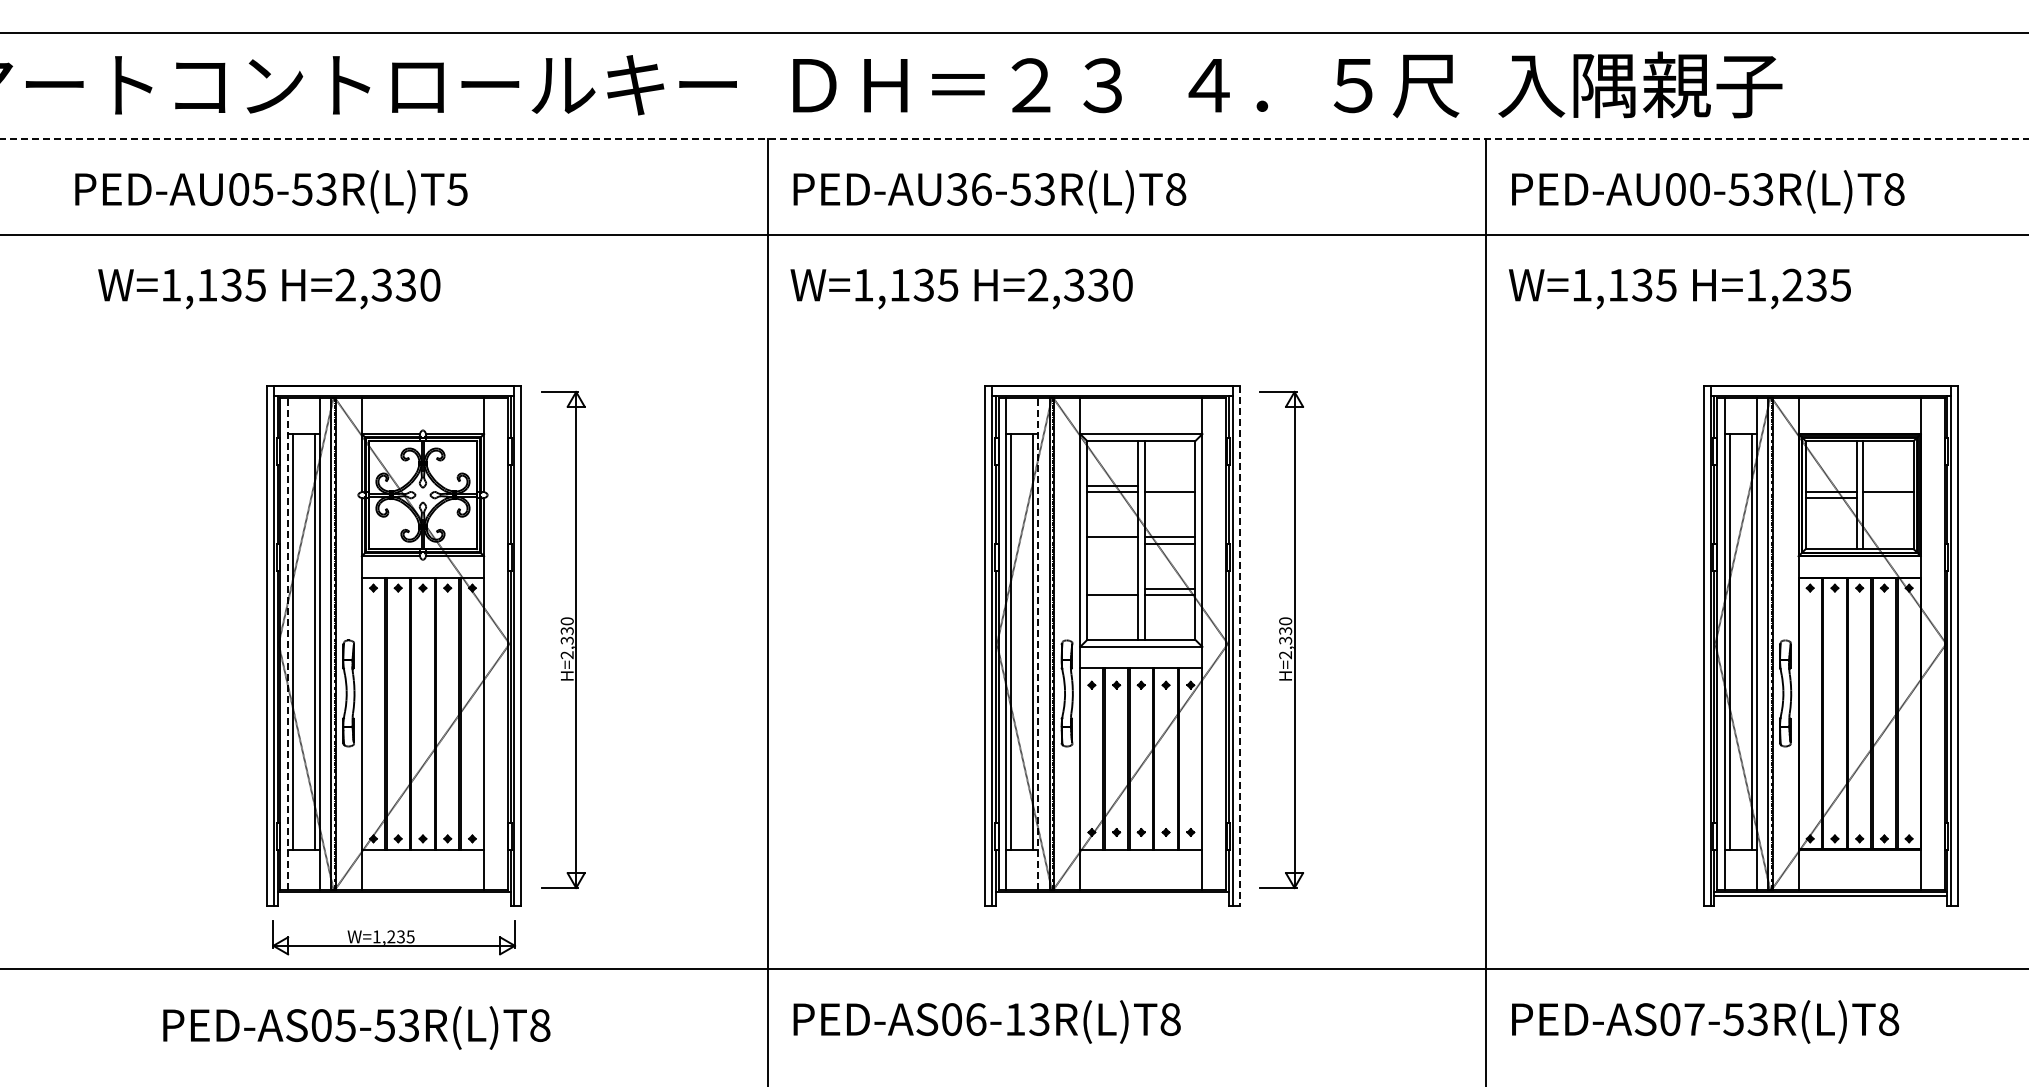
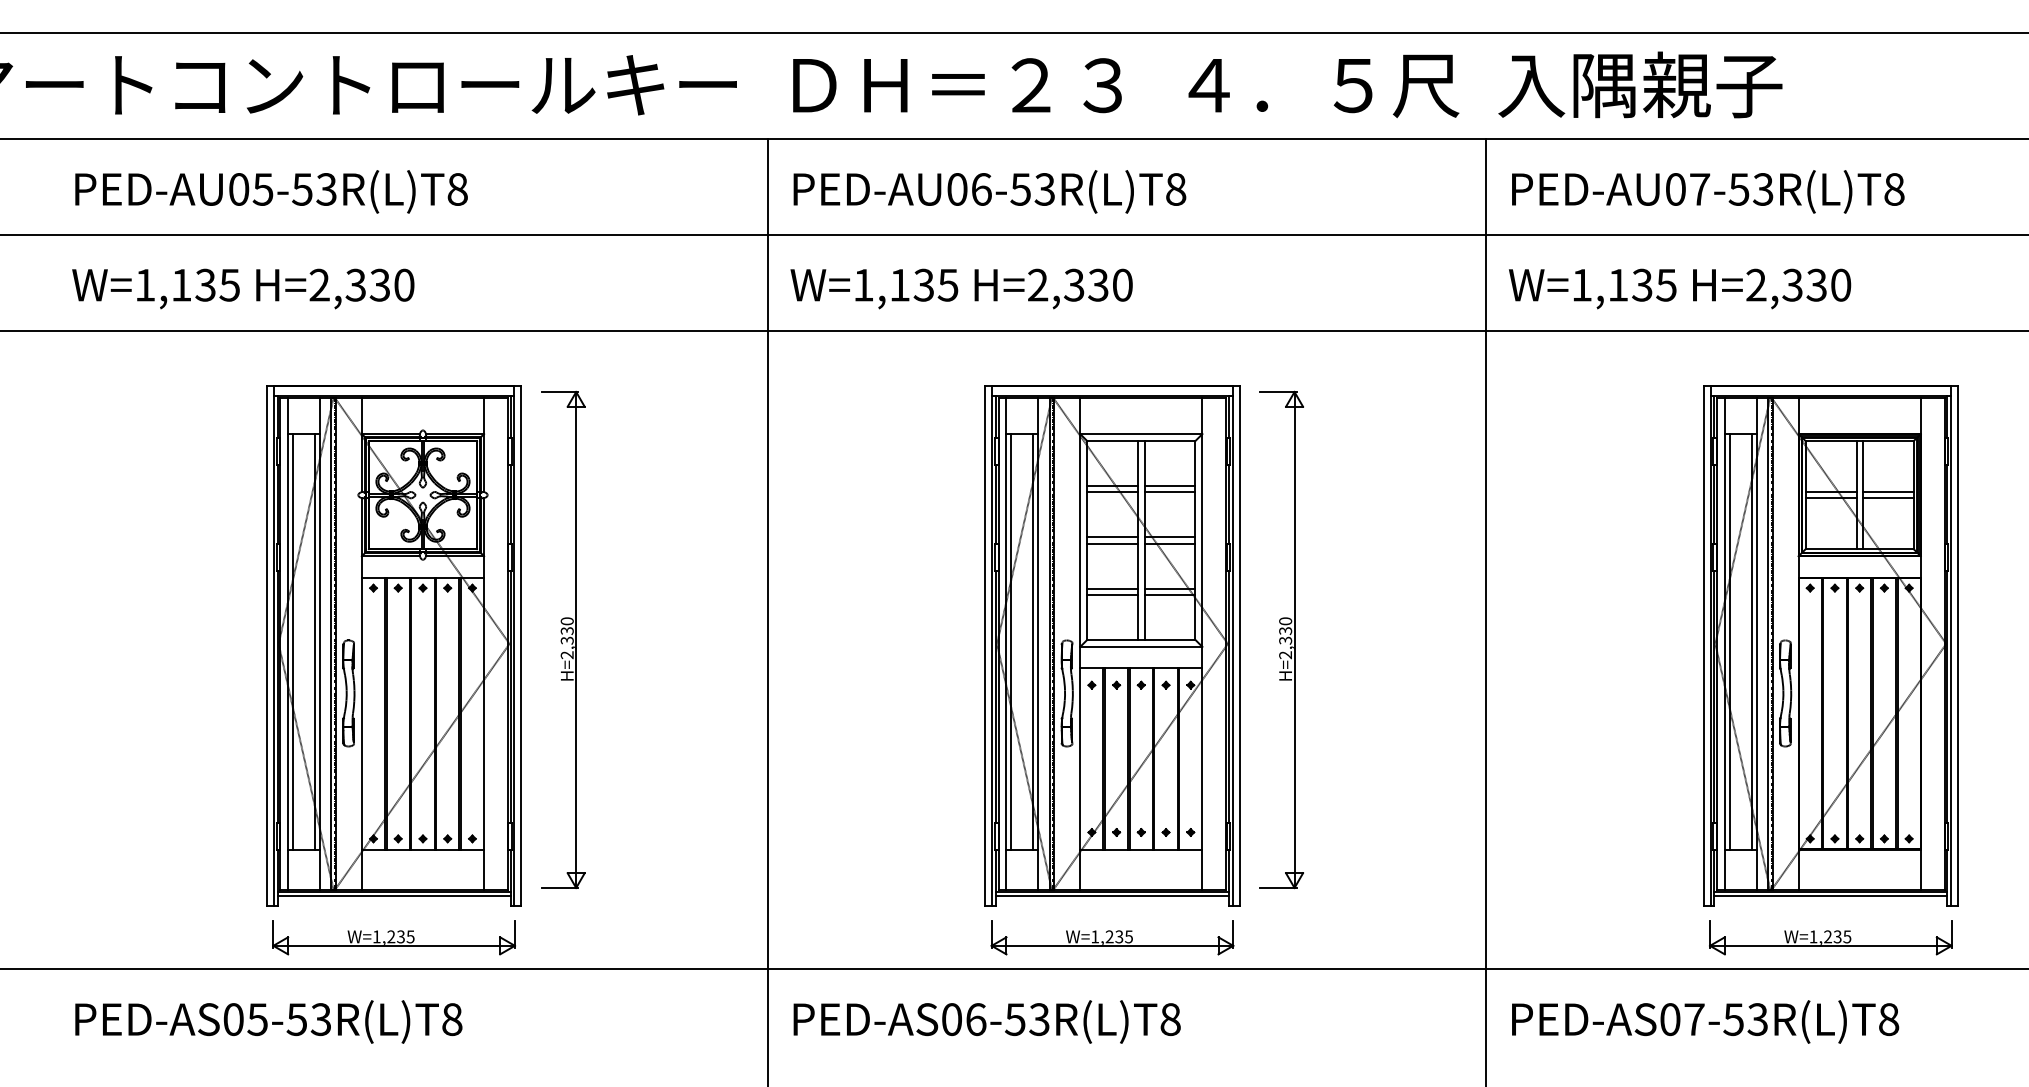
line at (1014, 138): dashed -> solid
text at (457, 189): PED-AU05-53R(L)T5 -> PED-AU05-53R(L)T8
text at (957, 189): PED-AU36-53R(L)T8 -> PED-AU06-53R(L)T8
text at (1700, 189): PED-AU00-53R(L)T8 -> PED-AU07-53R(L)T8
text at (1798, 284): H=1,235 -> H=2,330
text at (269, 288) position: (269, 288) -> (243, 288)
line at (1013, 330): none -> present
line at (1169, 486): none -> present
line at (1887, 498): none -> present
line at (1112, 543): none -> present
line at (1112, 588): none -> present
line at (288, 643): dashed -> solid
line at (1038, 643): dashed -> solid
line at (1239, 646): dashed -> solid
line at (393, 895): none -> present
line at (1112, 895): none -> present
part at (1112, 937): none -> present
part at (1830, 937): none -> present
text at (1015, 1019): PED-AS06-13R(L)T8 -> PED-AS06-53R(L)T8
text at (356, 1027) position: (356, 1027) -> (268, 1021)
